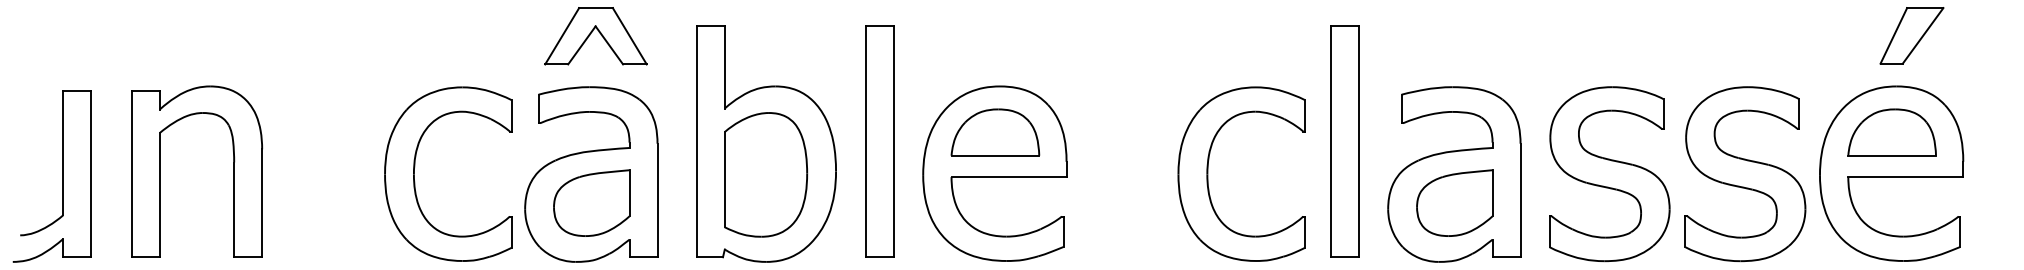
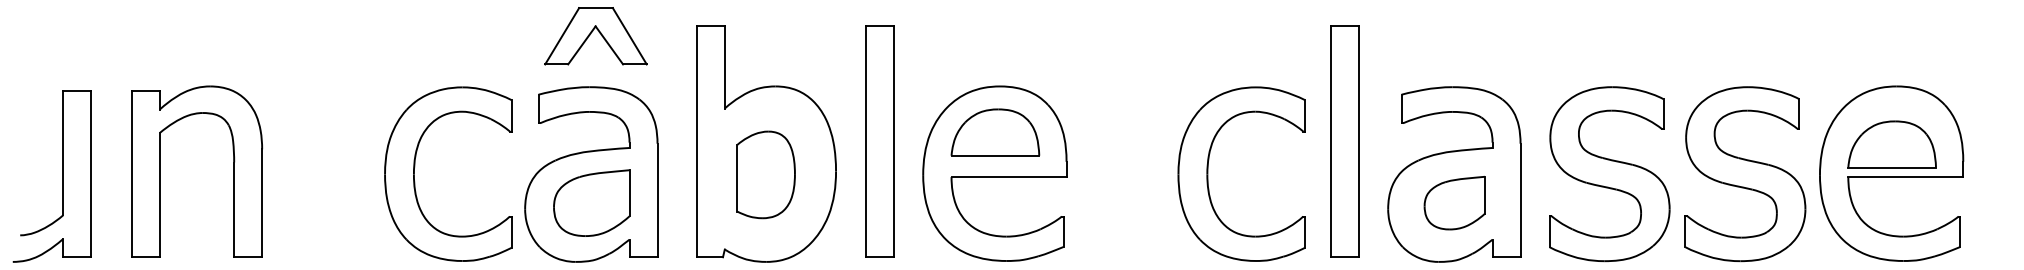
part at (1911, 35): present -> none
part at (1891, 132) position: (1891, 132) -> (1891, 144)
part at (766, 174) size: 85x126 px -> 60x90 px
part at (1454, 202) size: 78x68 px -> 63x56 px
